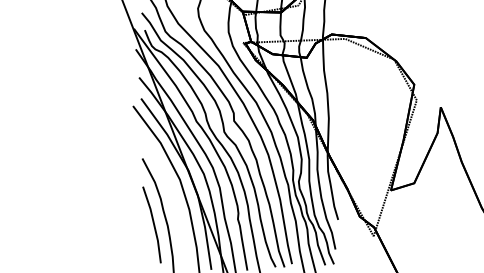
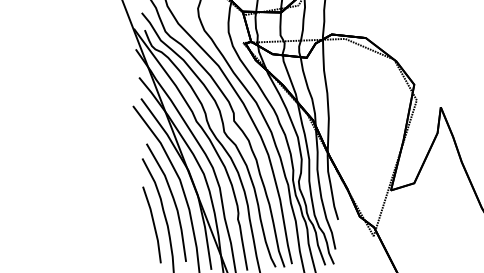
curve at (172, 199): none -> present
